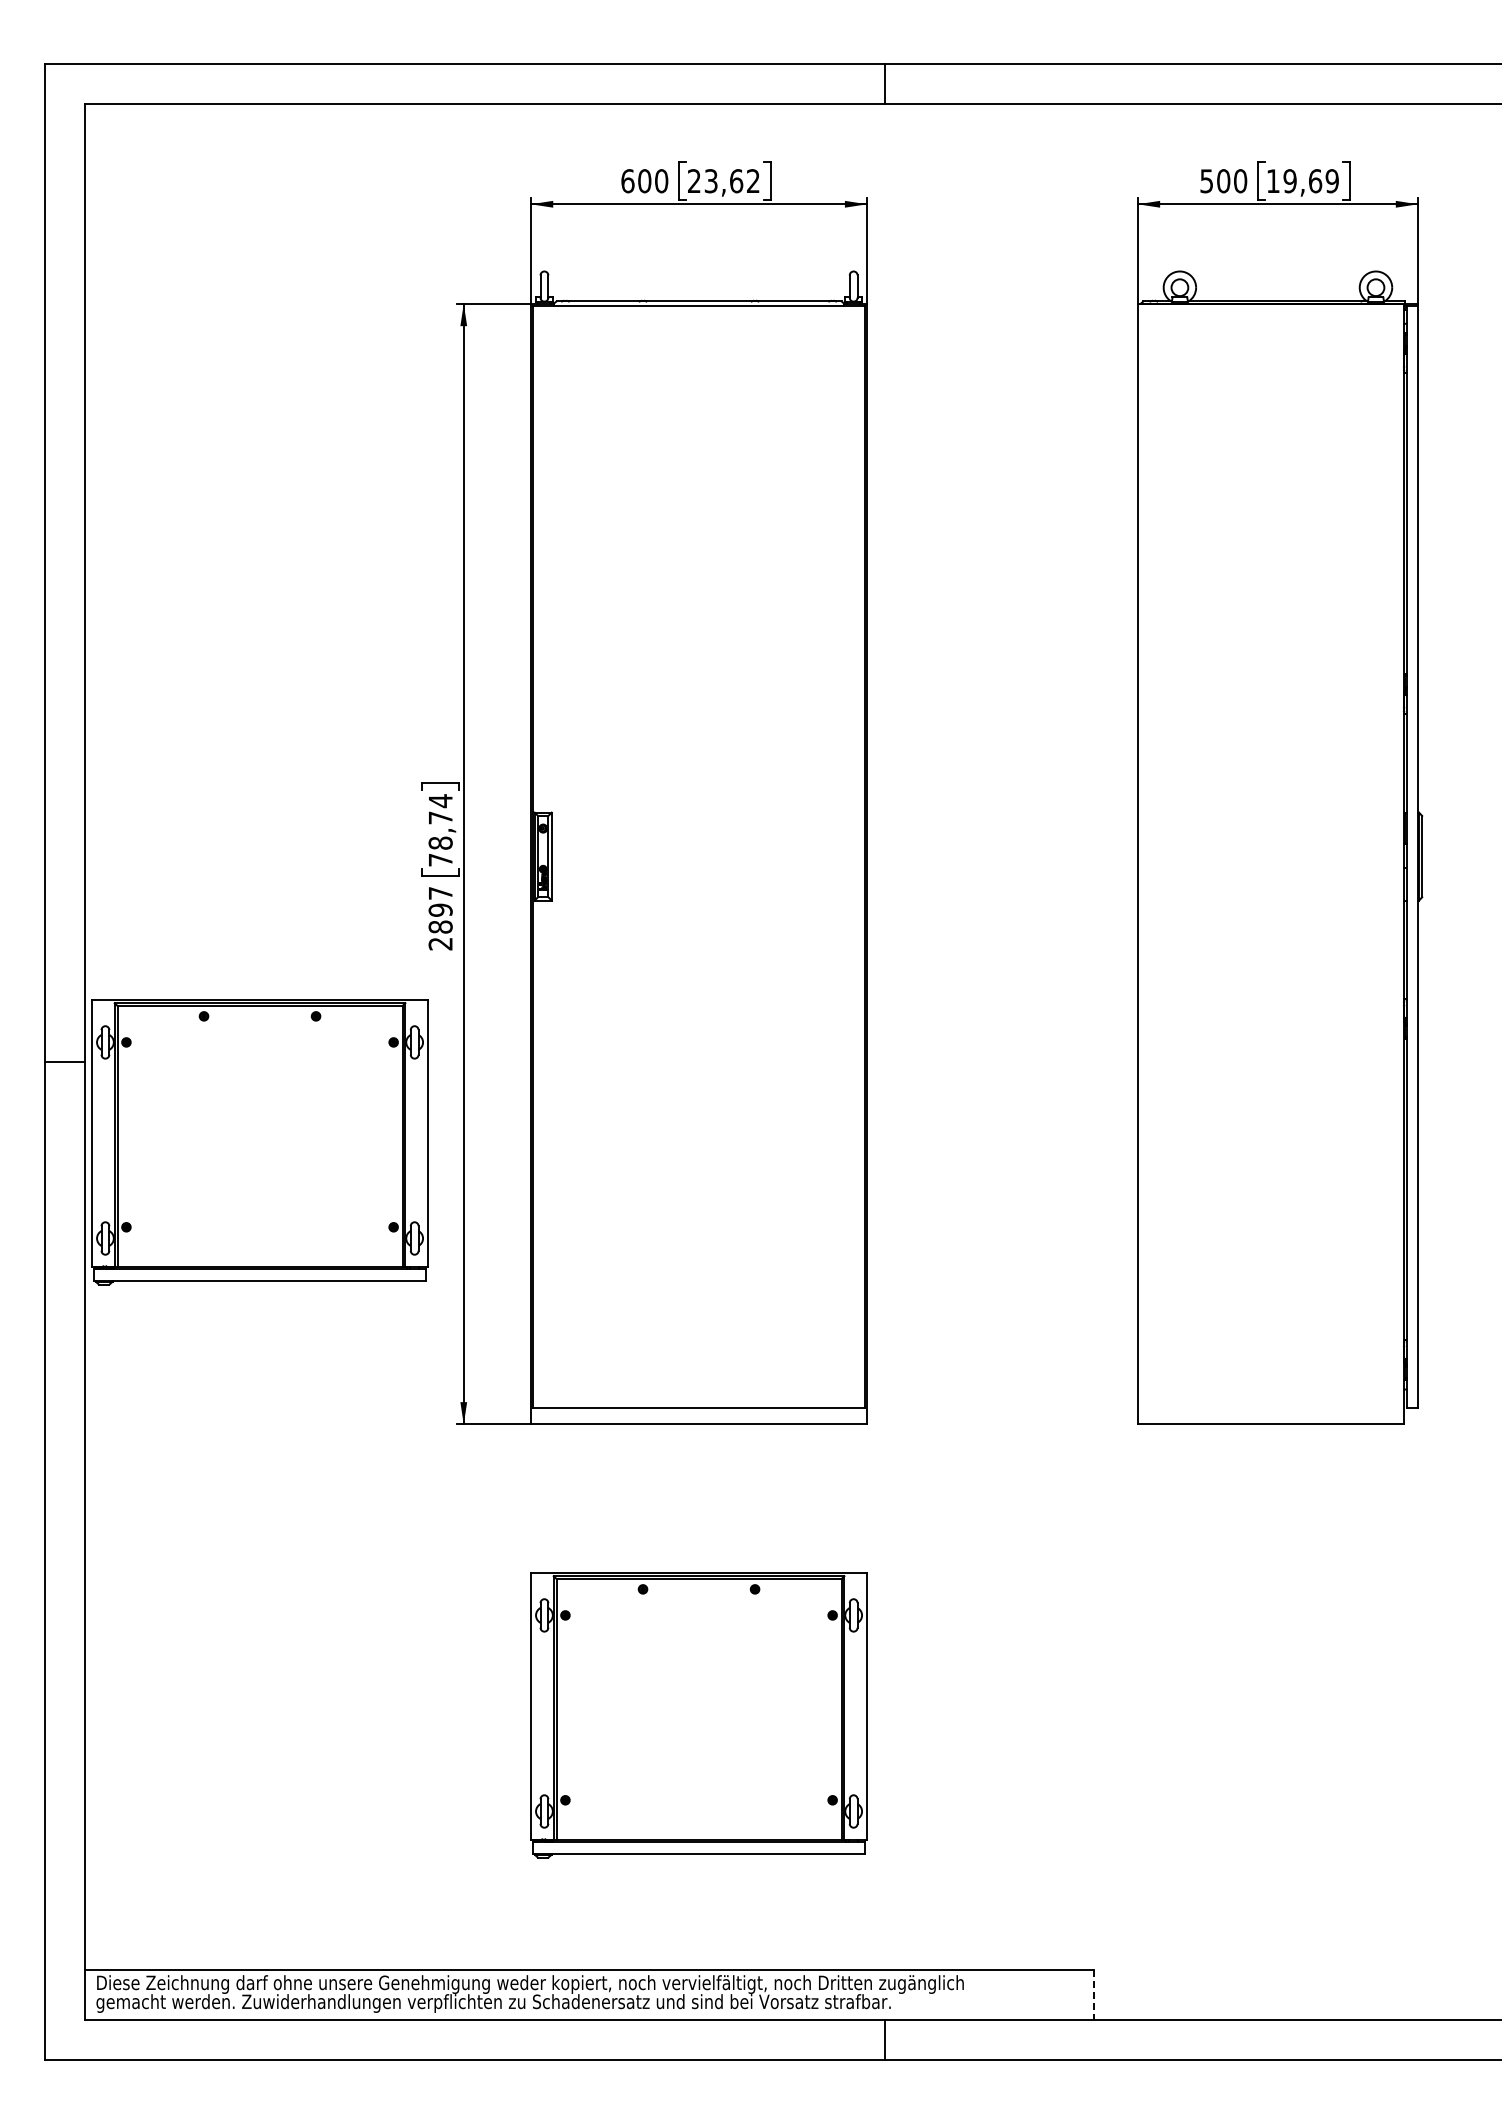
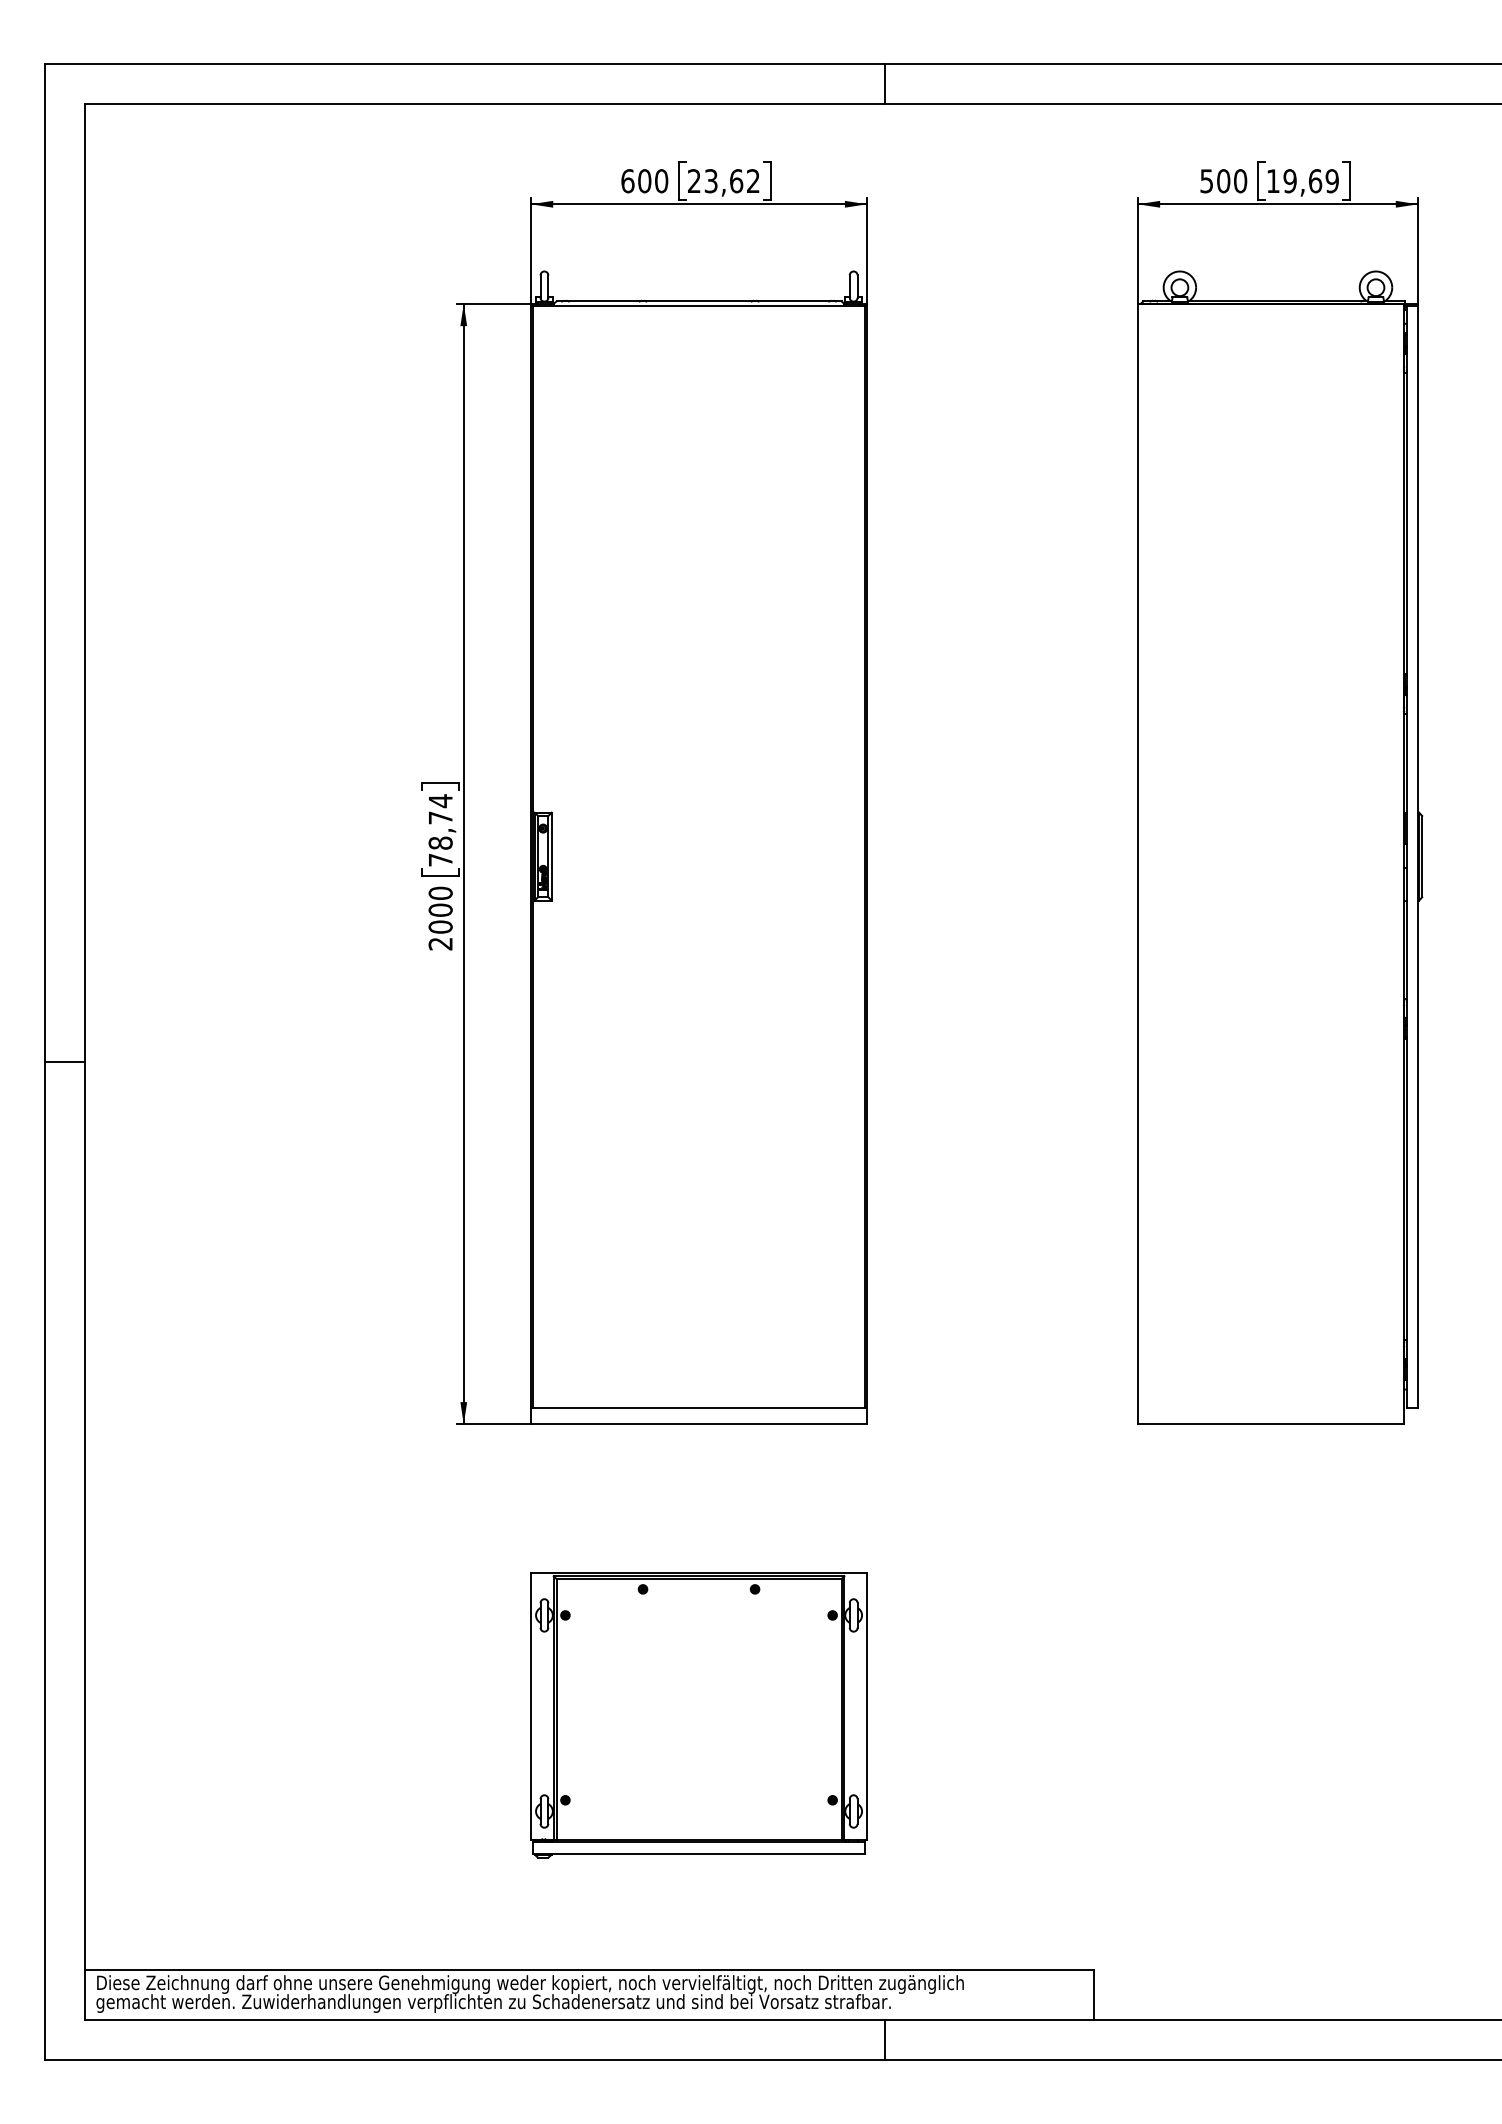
text at (440, 909): 2897 -> 2000
part at (259, 1142): present -> none
line at (1093, 1995): dashed -> solid
